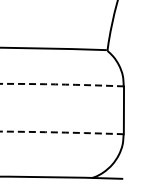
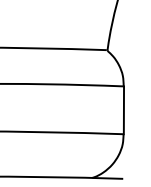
arc at (61, 84): dashed -> solid
arc at (61, 132): dashed -> solid
